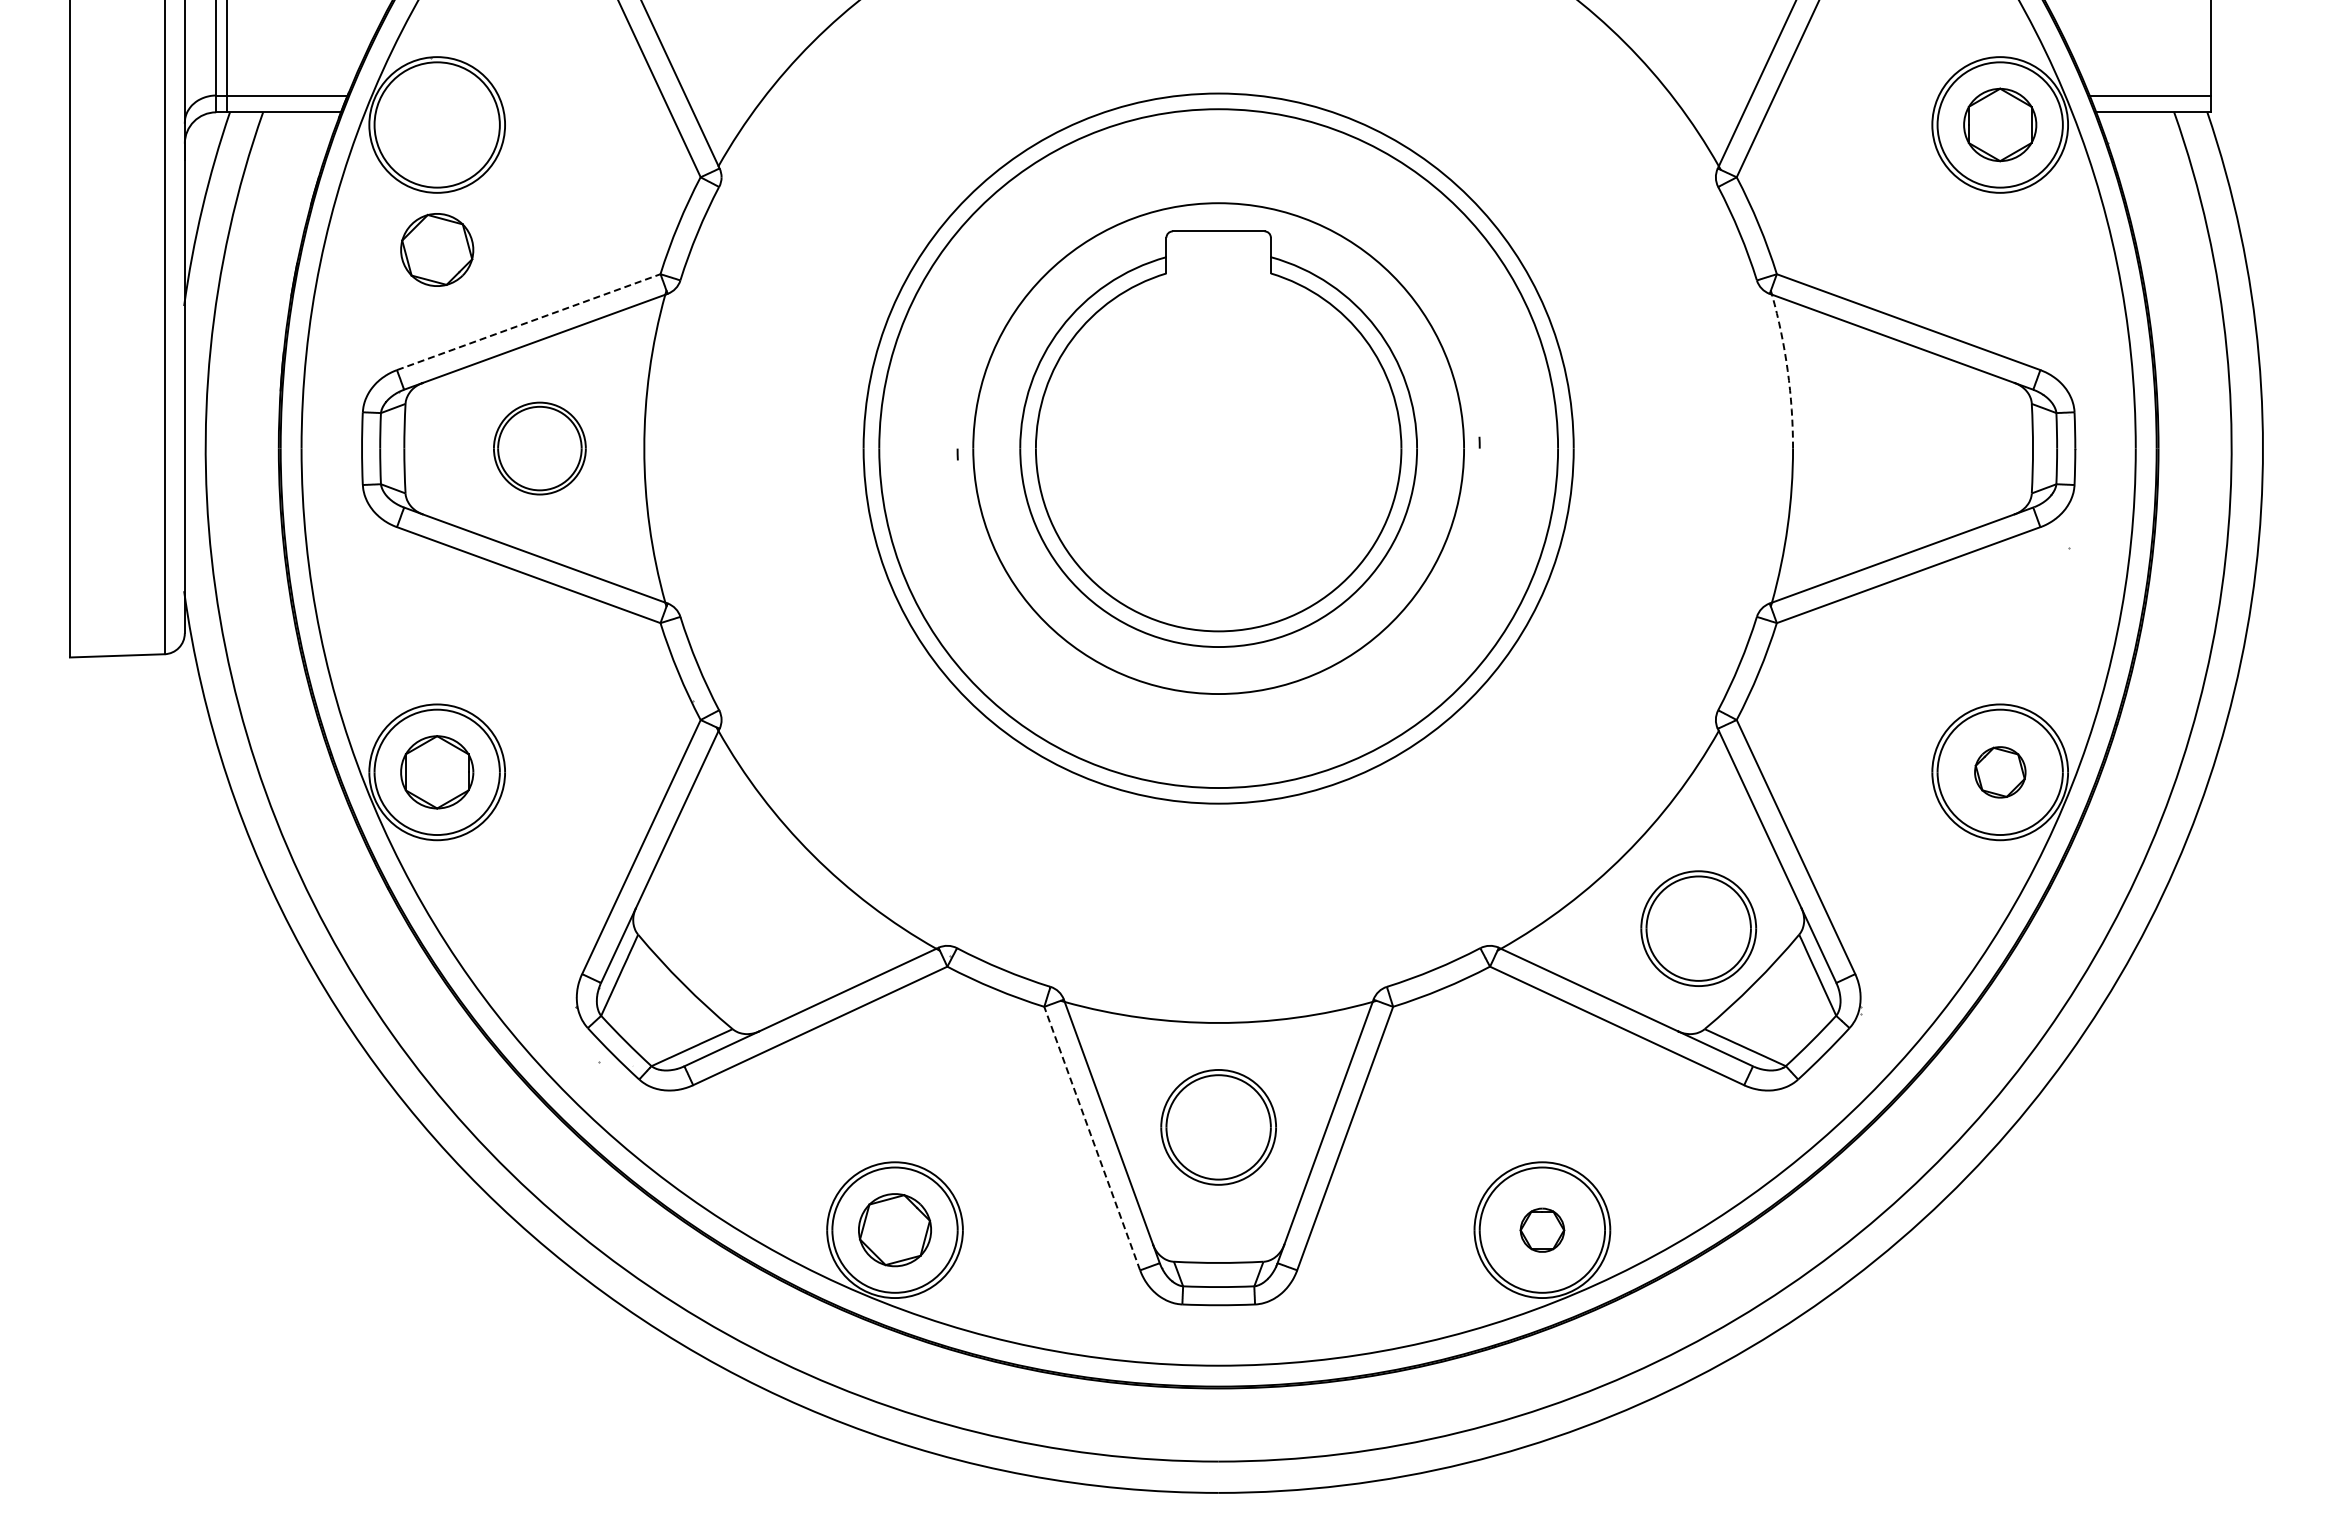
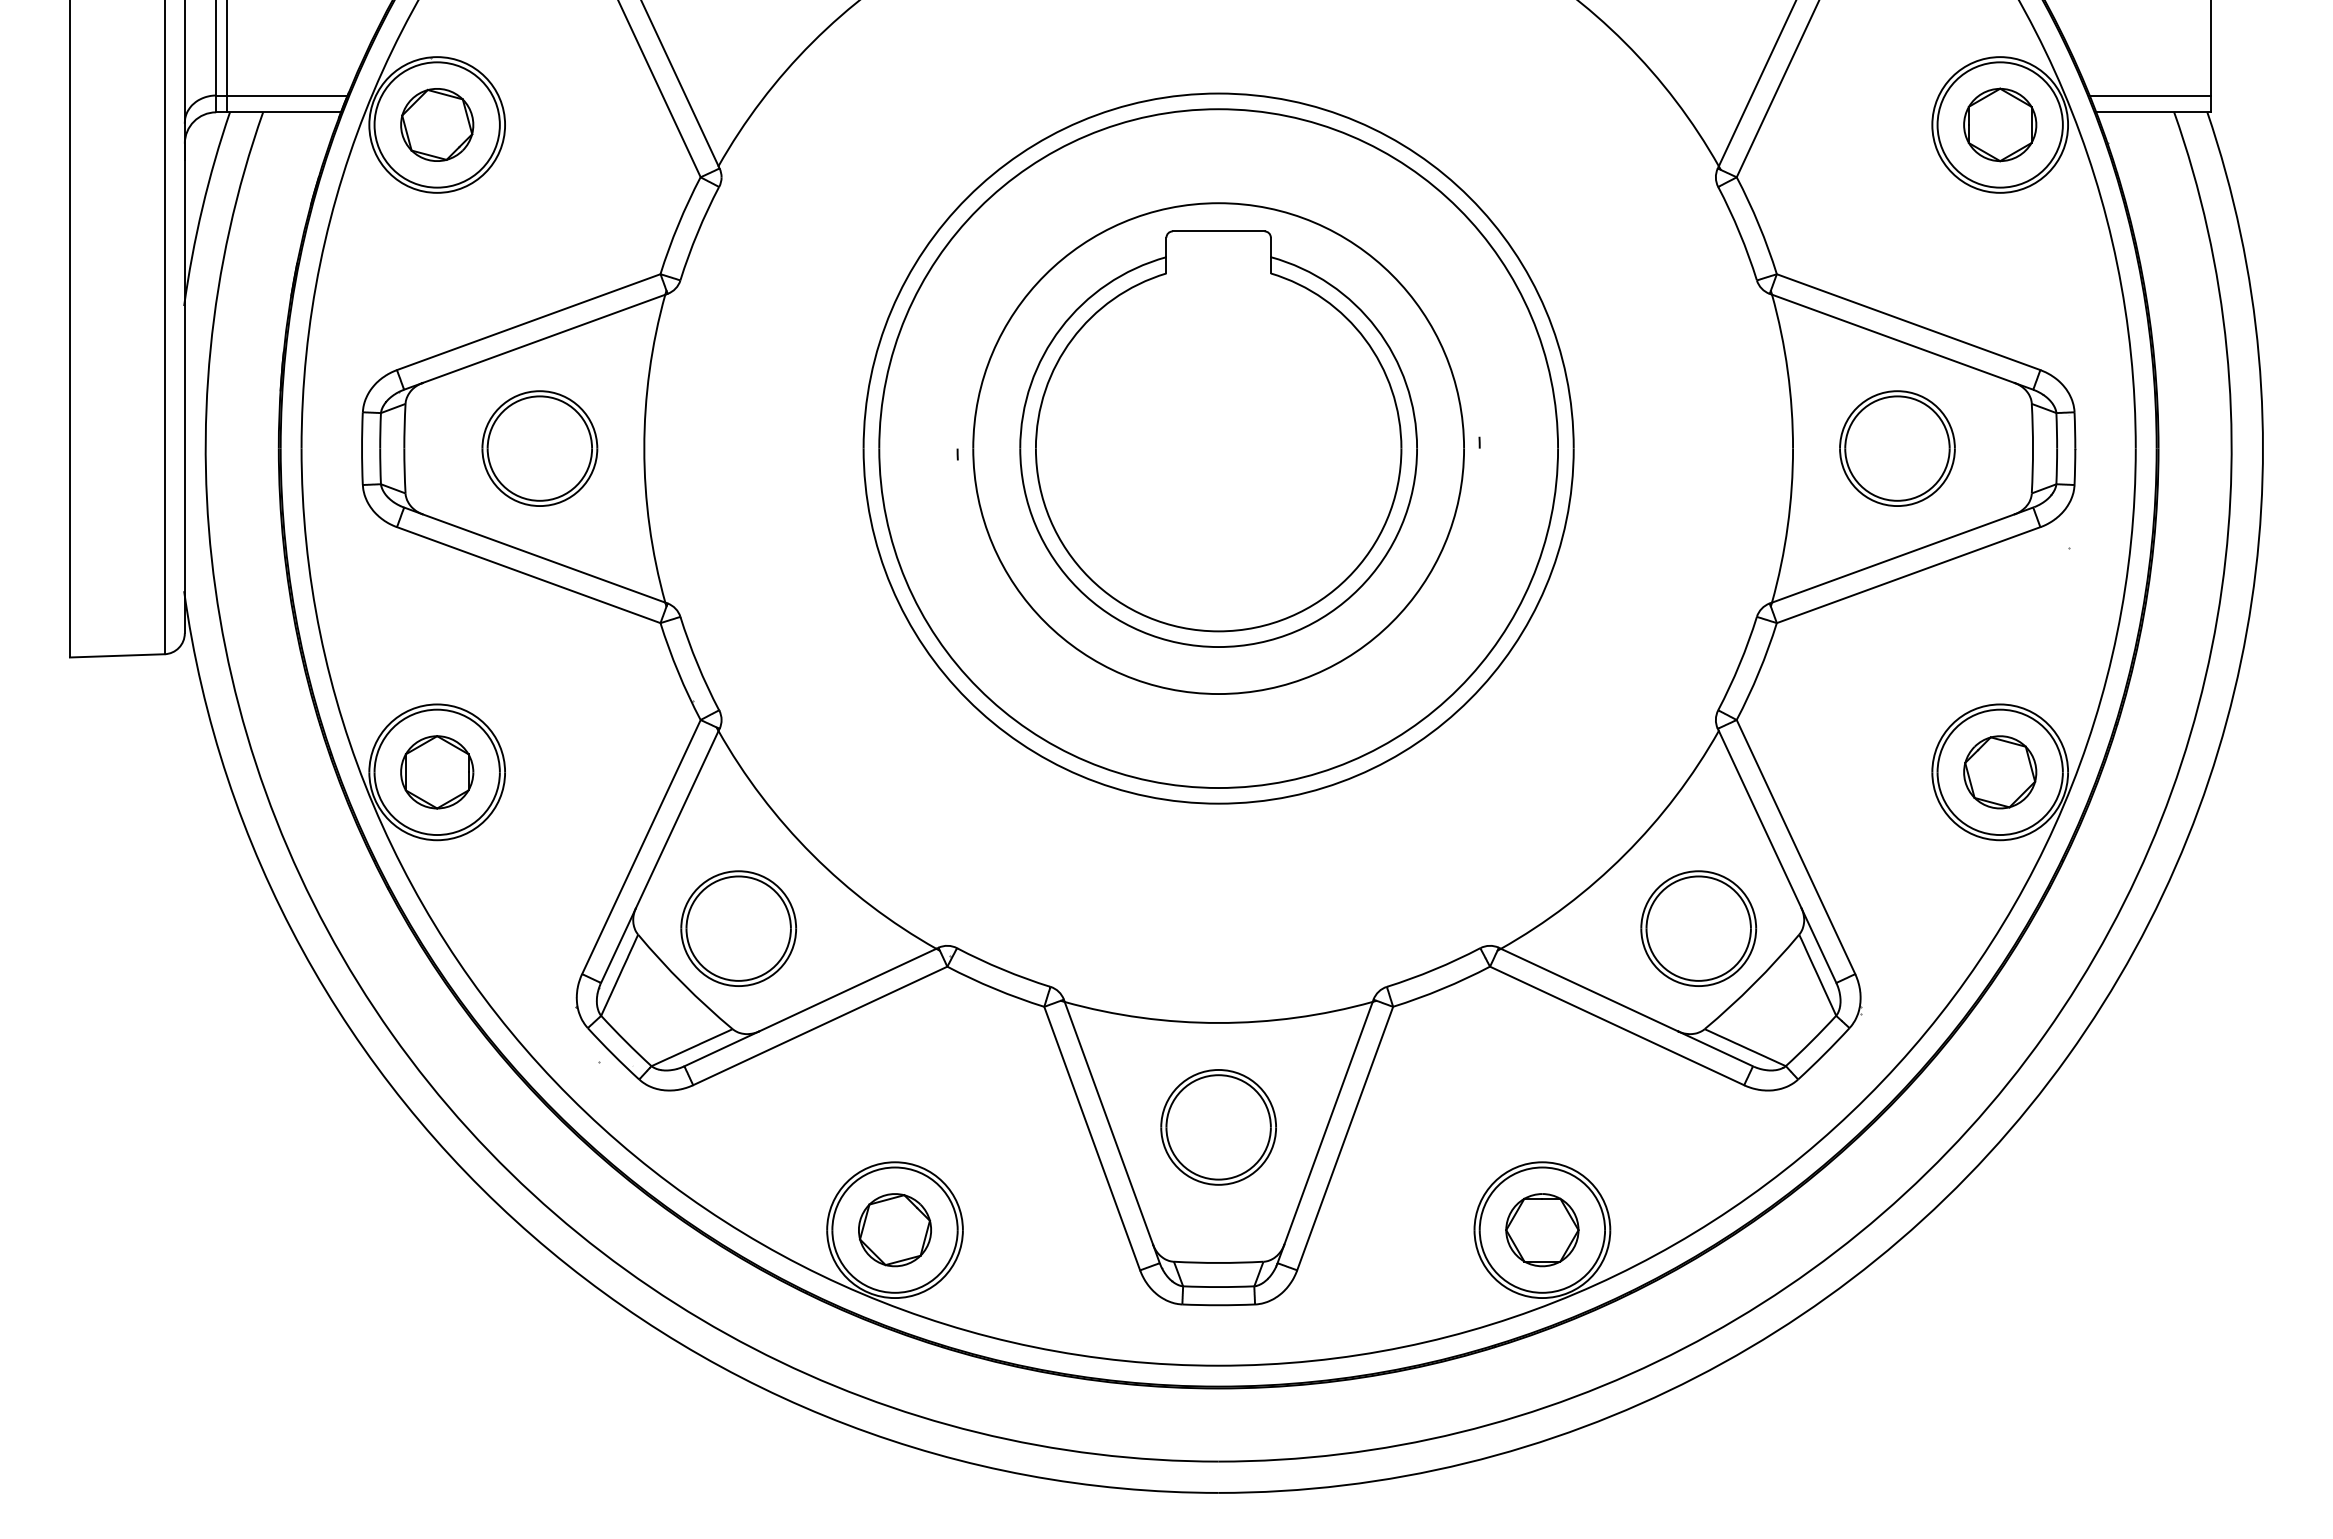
part at (437, 249) position: (437, 249) -> (437, 124)
line at (529, 321): dashed -> solid
arc at (1787, 370): dashed -> solid
part at (539, 448) size: 94x95 px -> 118x117 px
part at (1897, 448): none -> present
part at (2000, 772) size: 53x53 px -> 75x75 px
part at (738, 928): none -> present
line at (1092, 1138): dashed -> solid
part at (1542, 1229) size: 47x46 px -> 75x75 px
